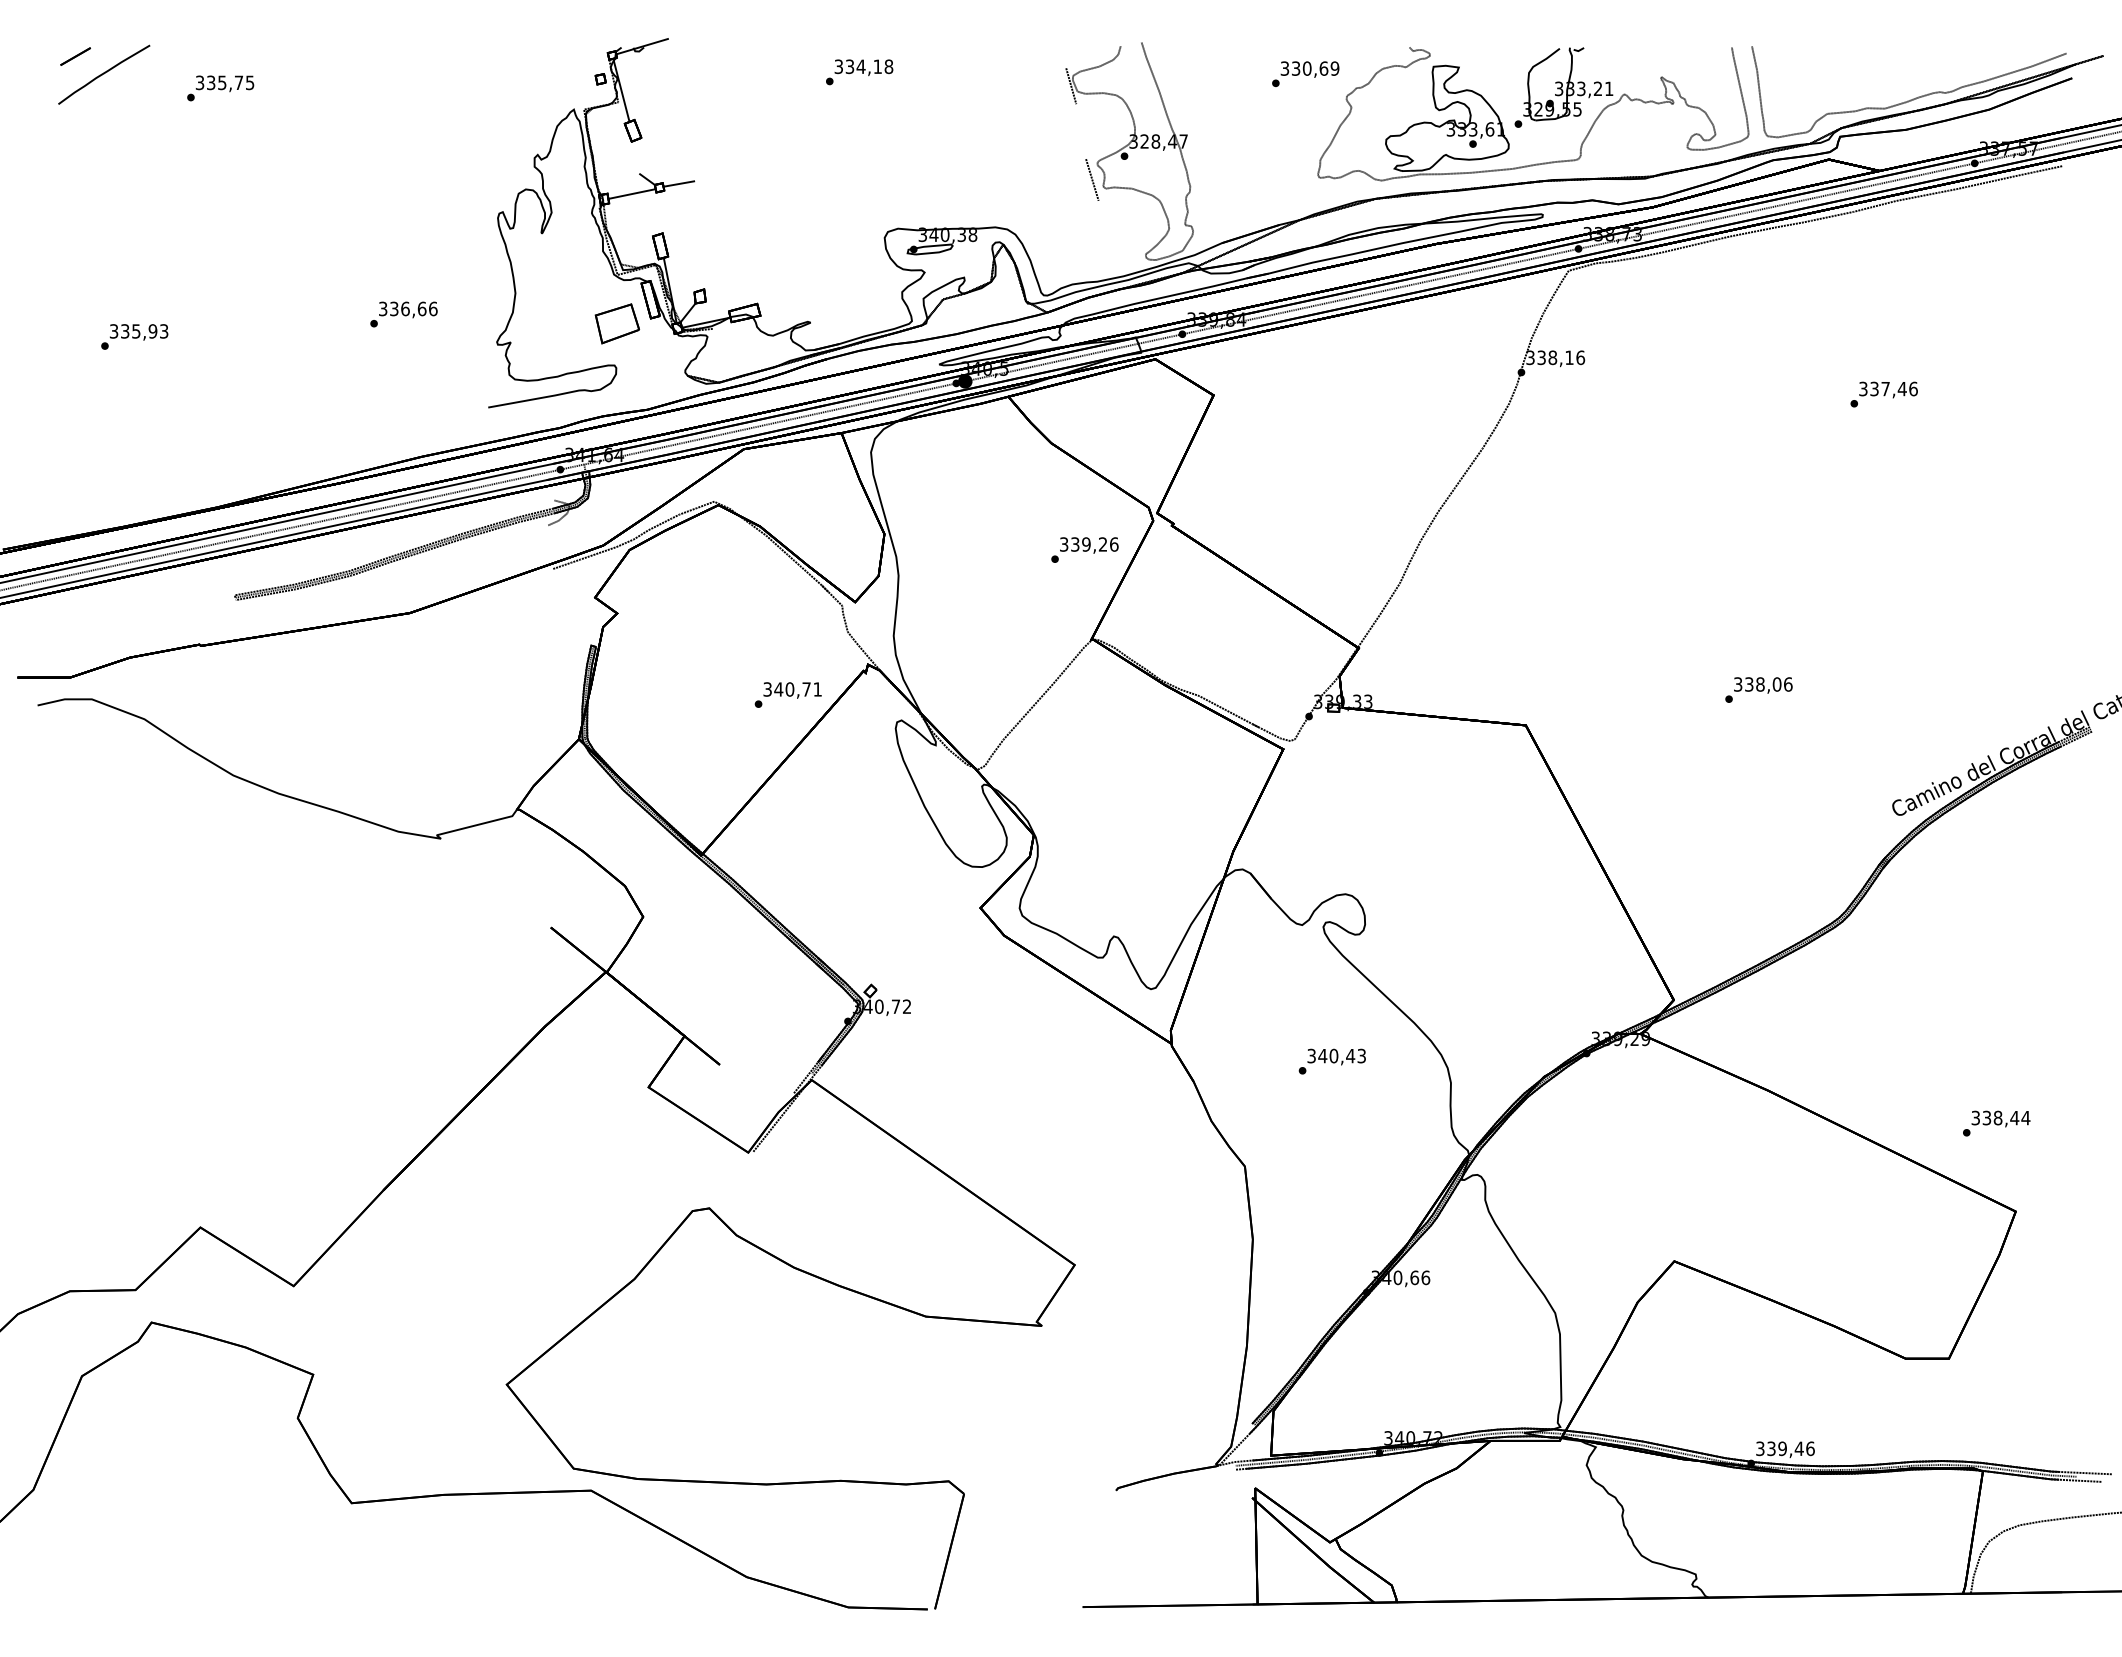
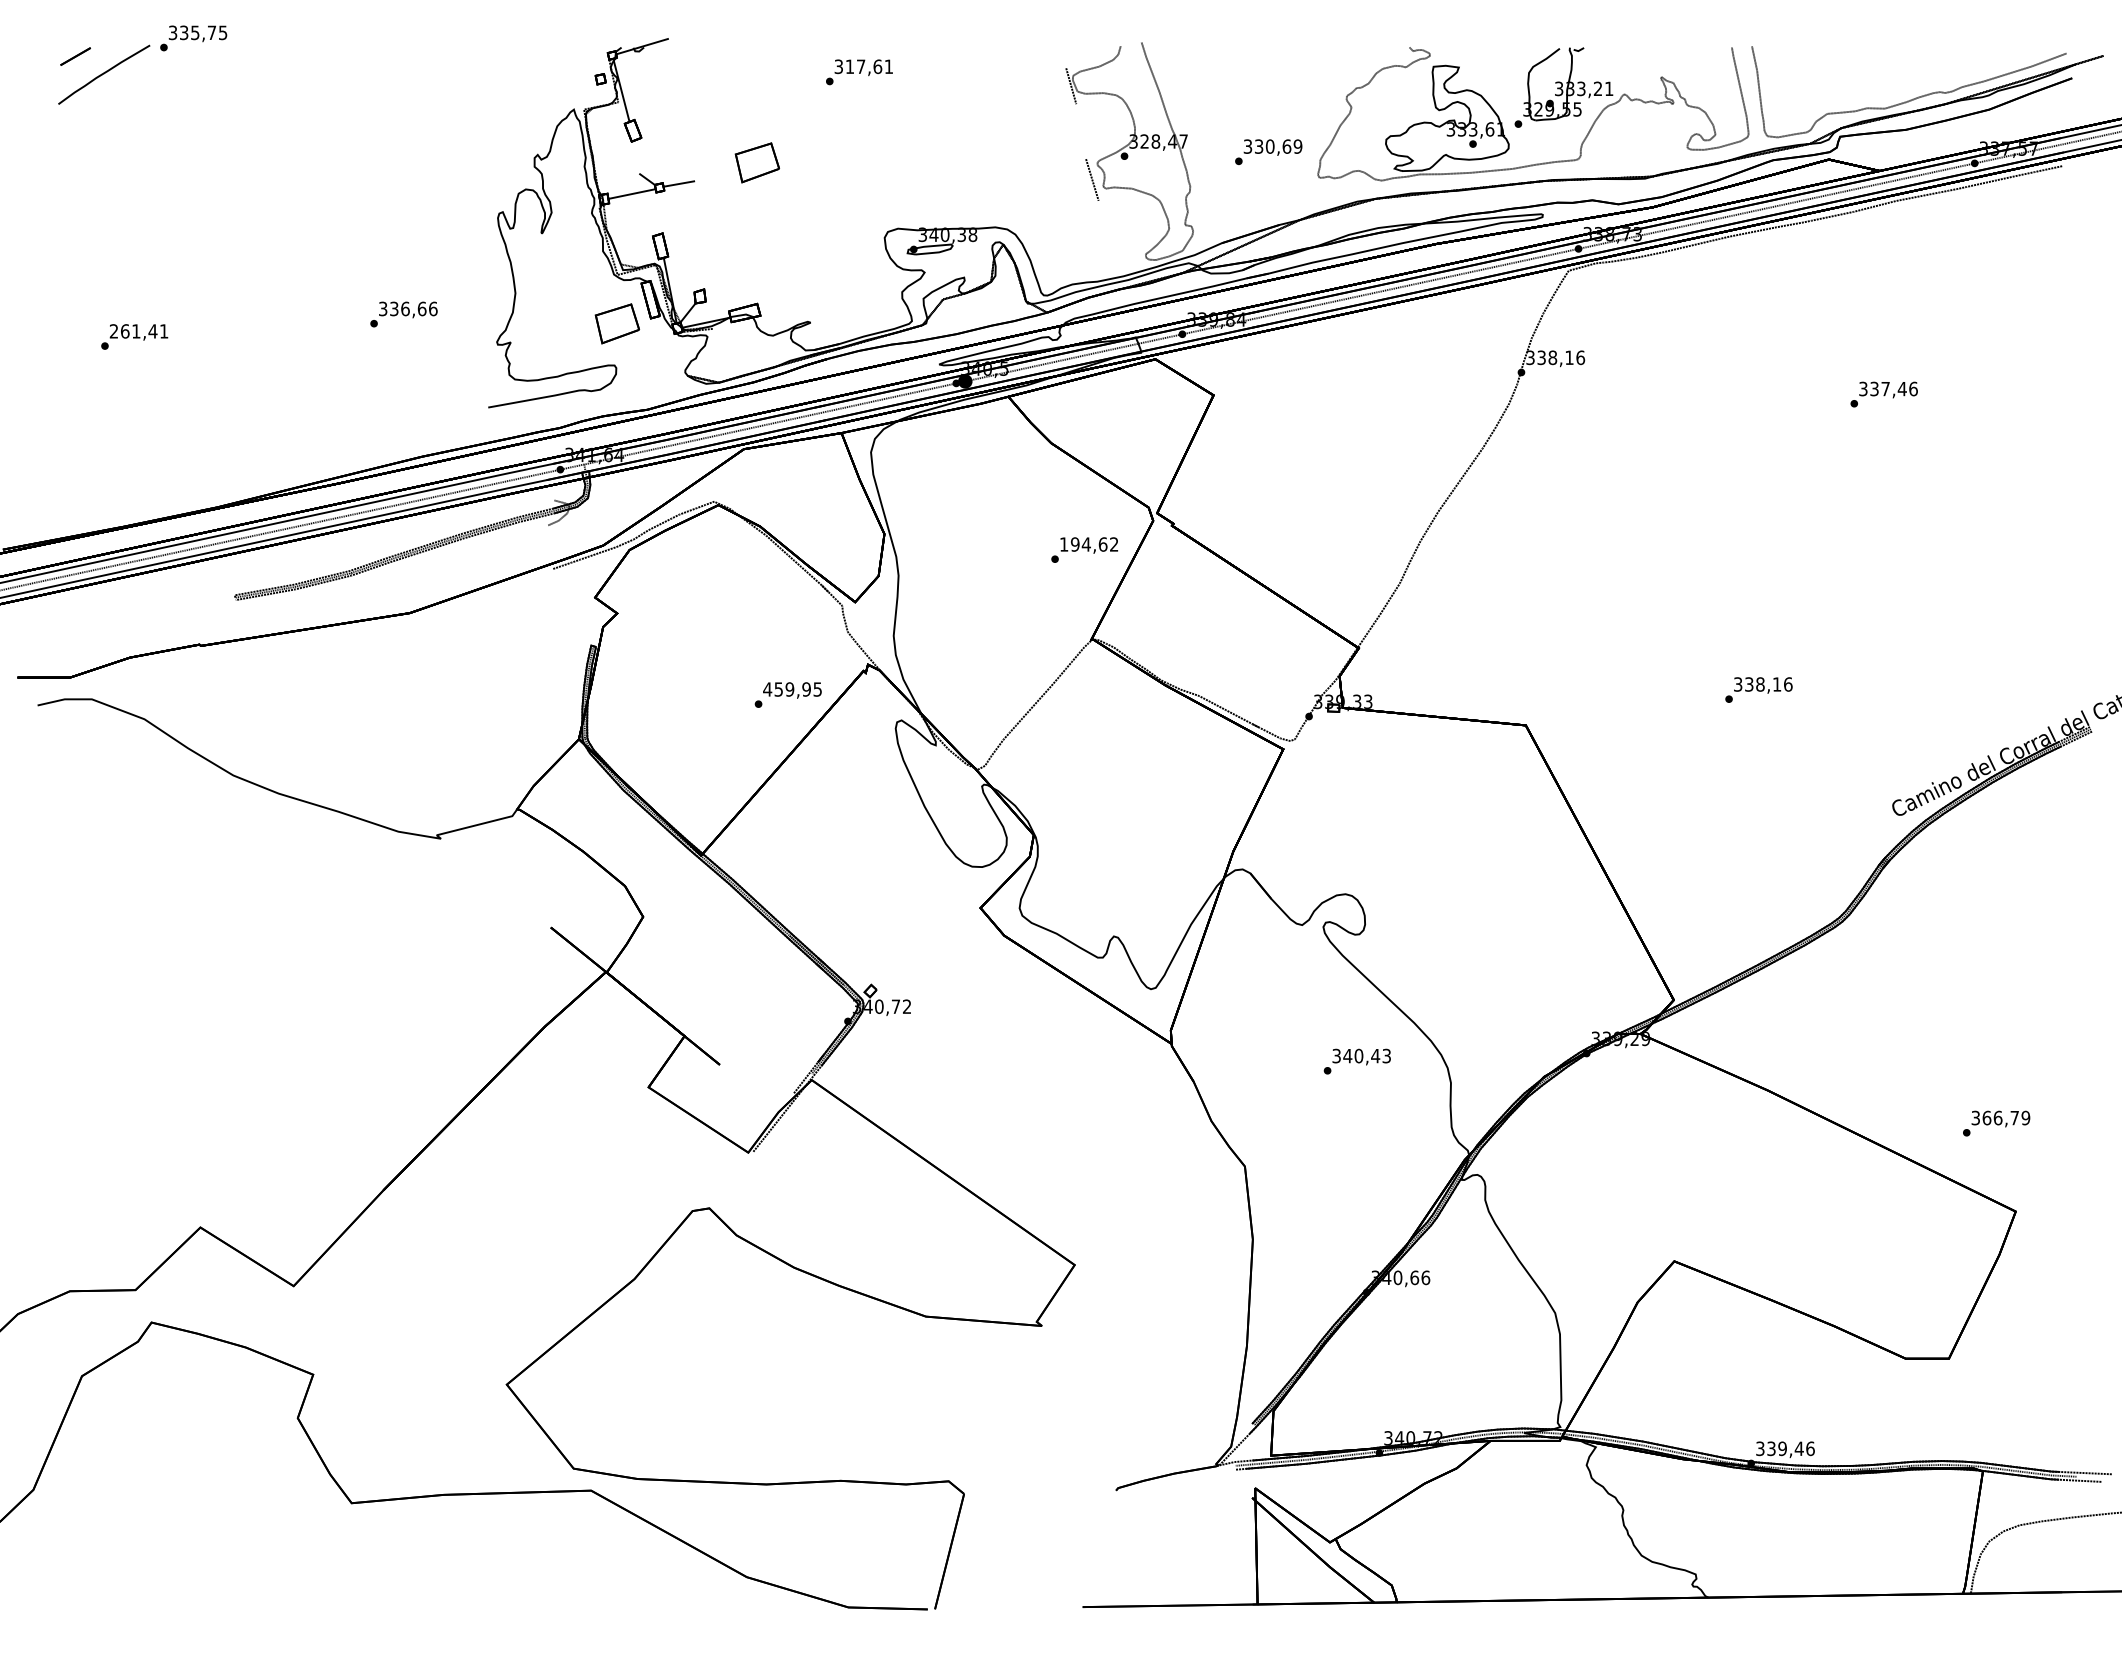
text at (869, 66): 334,18 -> 317,61
text at (1305, 73) position: (1305, 73) -> (1268, 151)
text at (220, 88) position: (220, 88) -> (193, 38)
part at (756, 162): none -> present
text at (139, 331): 335,93 -> 261,41
text at (1089, 544): 339,26 -> 194,62
text at (1776, 684): 338,06 -> 338,16
text at (792, 689): 340,71 -> 459,95
text at (1331, 1061) position: (1331, 1061) -> (1356, 1061)
text at (2006, 1117): 338,44 -> 366,79
